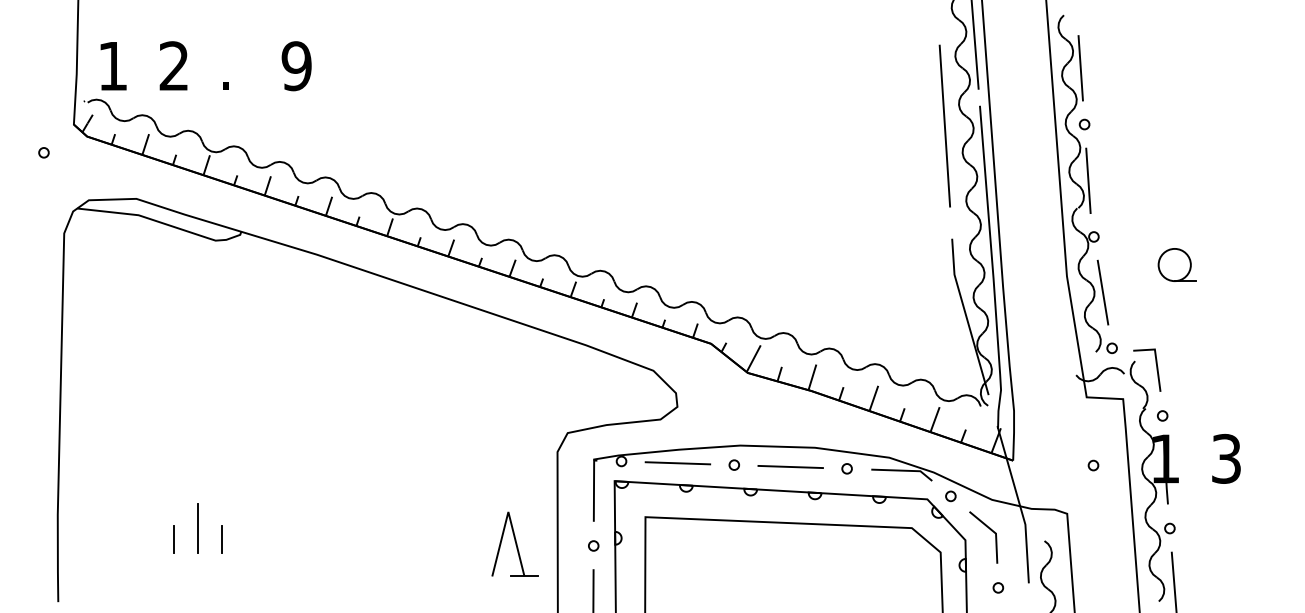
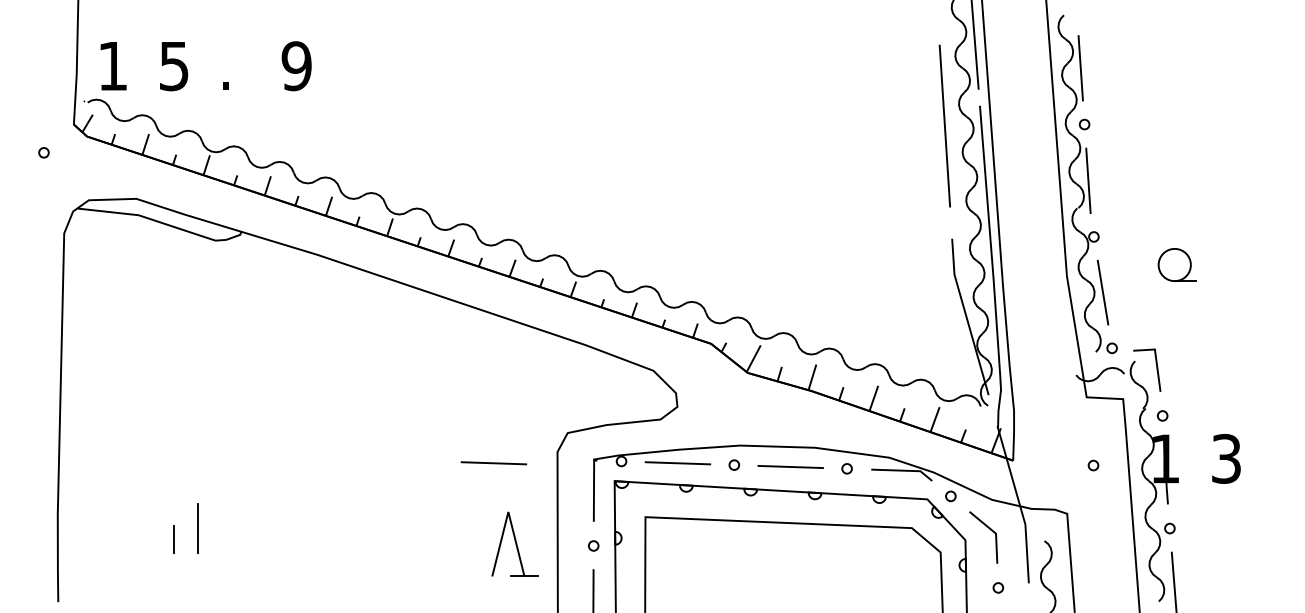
text at (173, 66): 2 -> 5
line at (493, 463): none -> present
line at (222, 538): present -> none
